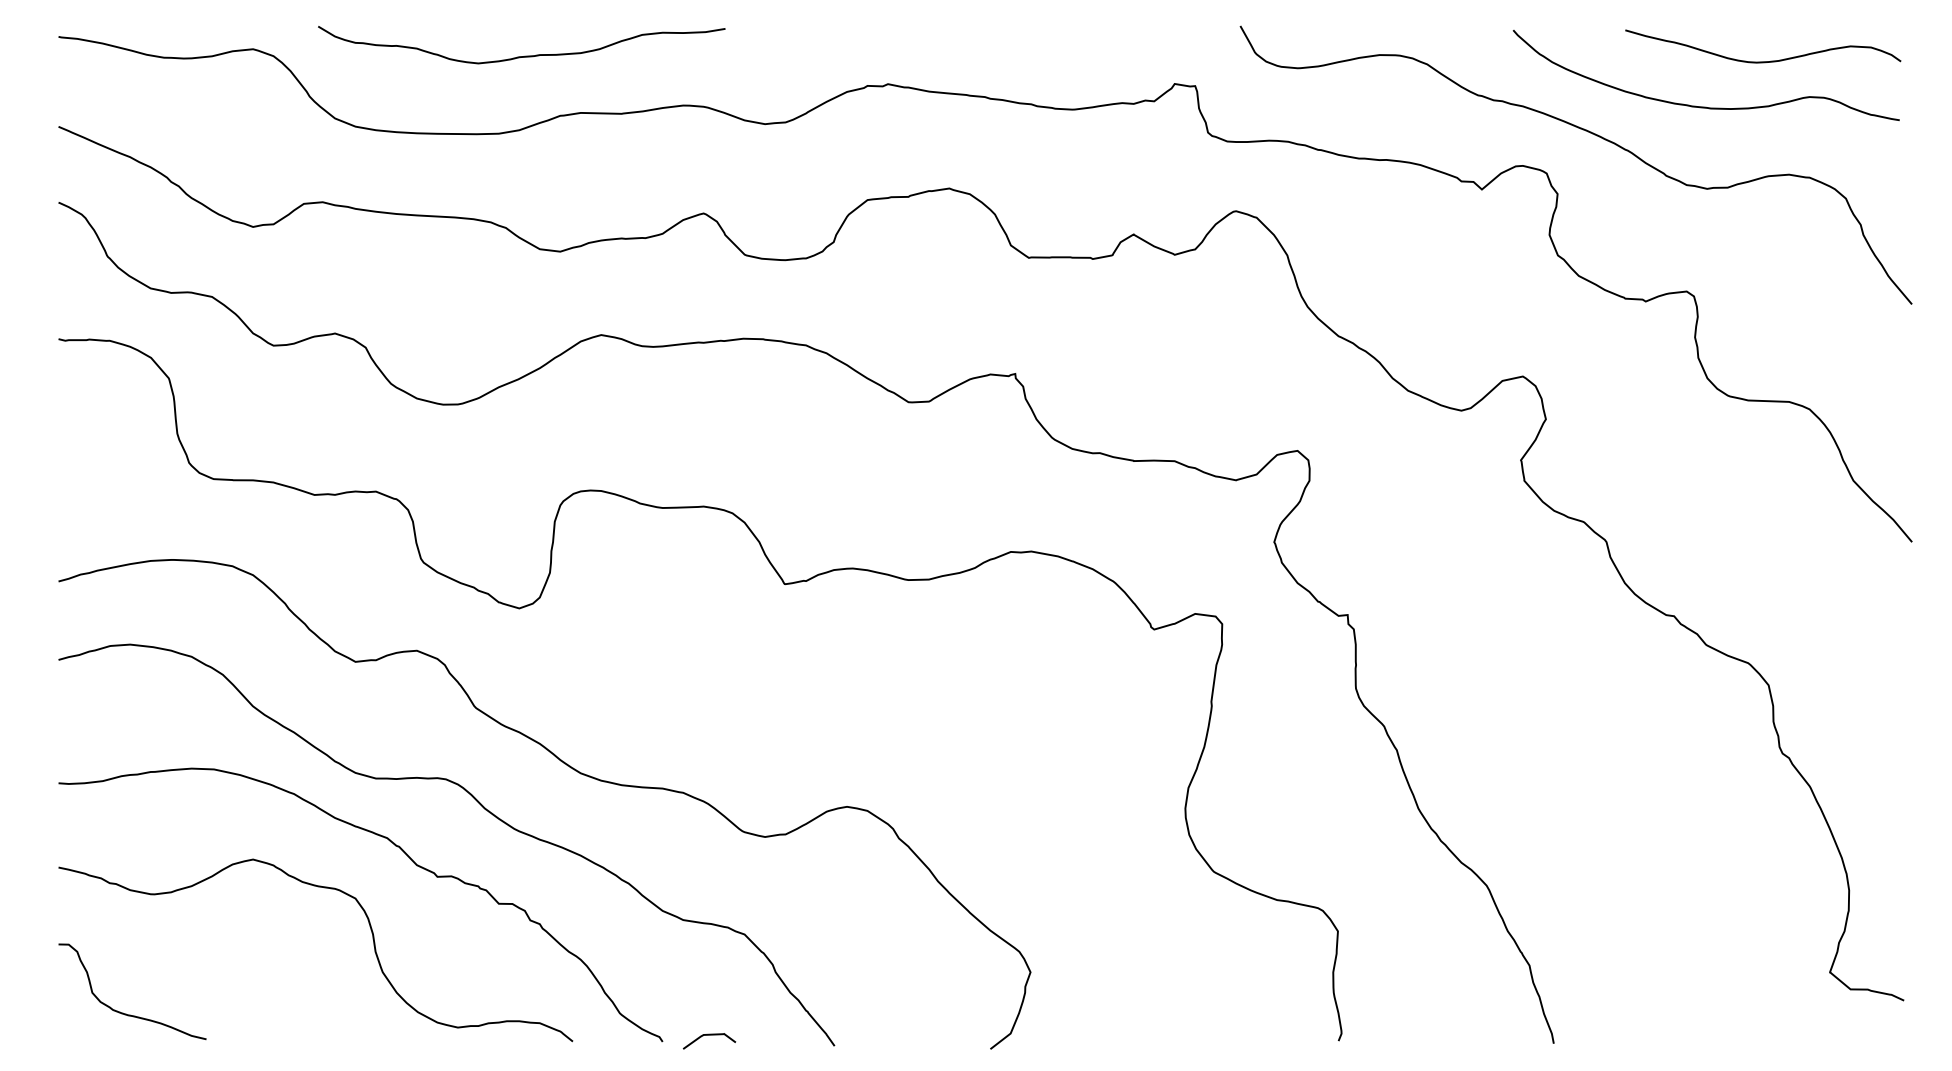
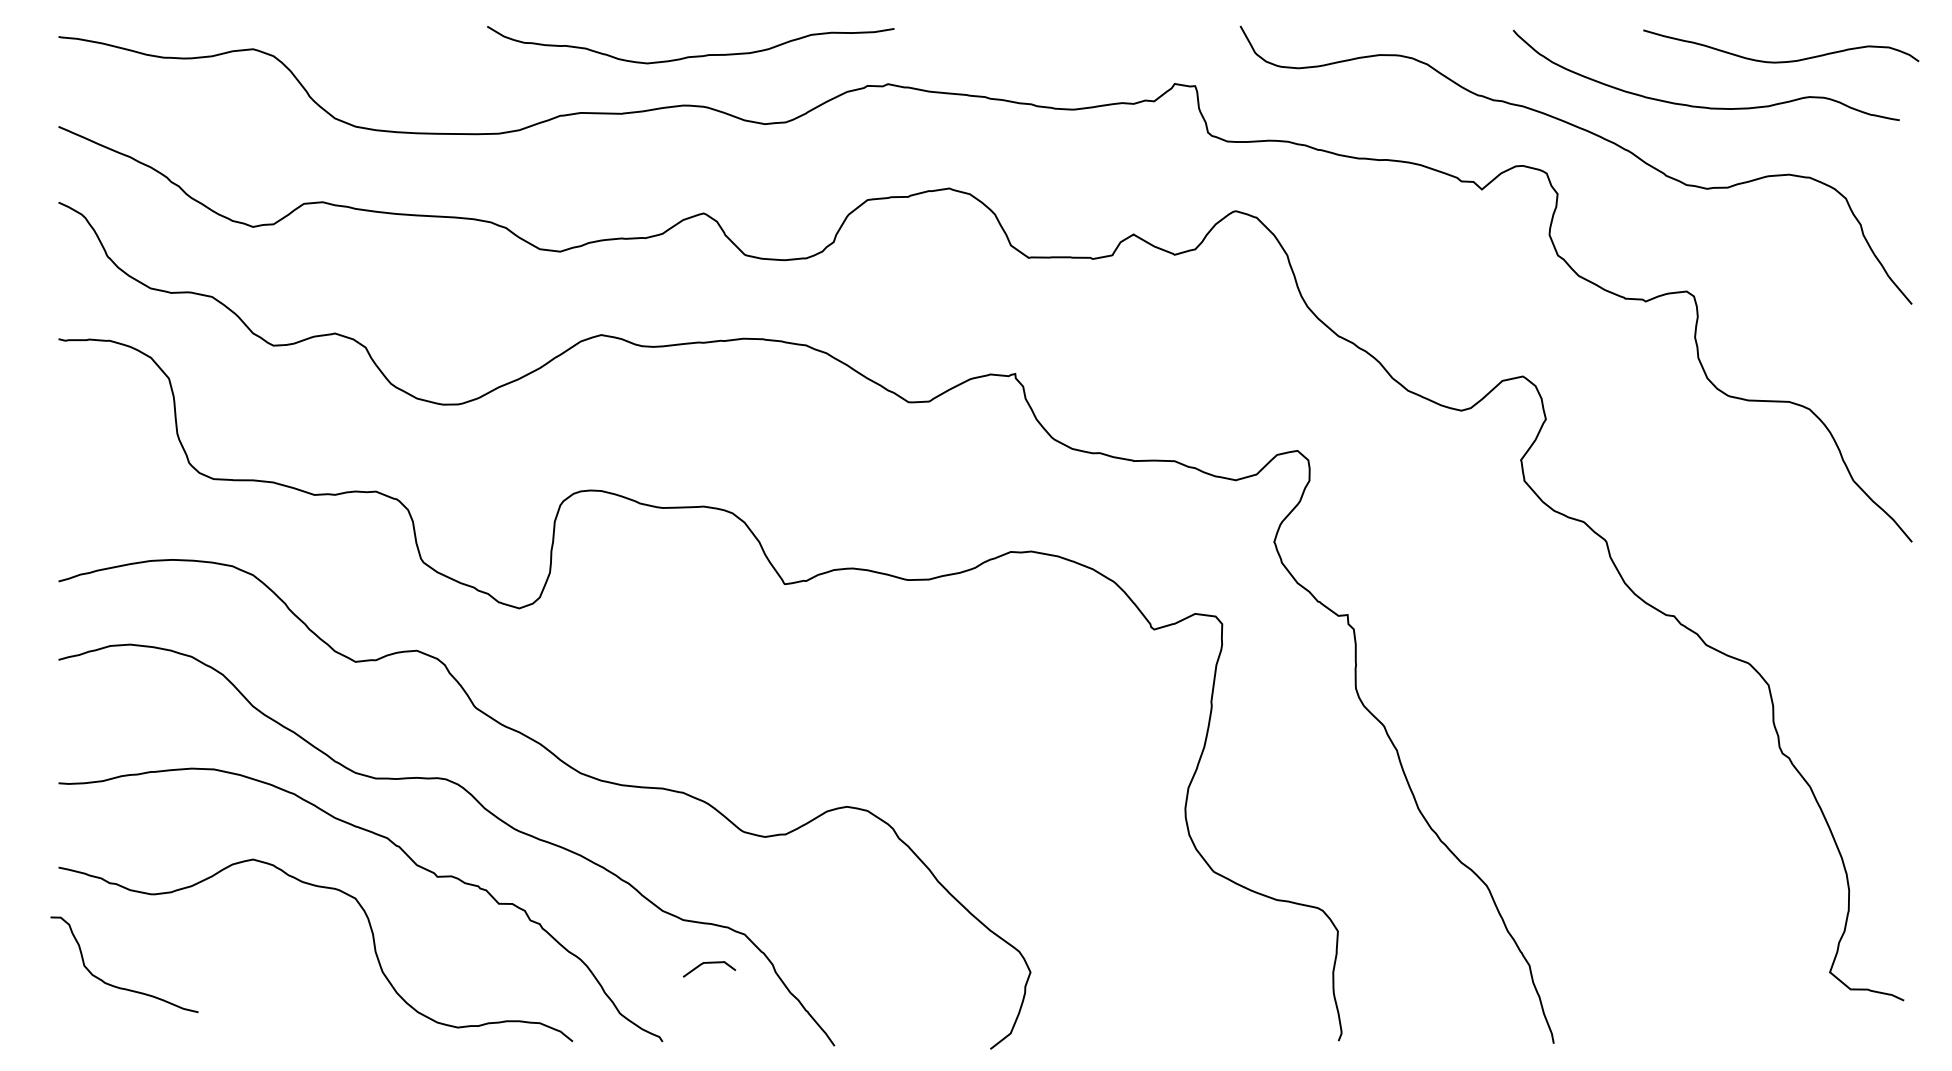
curve at (524, 55) position: (524, 55) -> (693, 55)
curve at (1763, 61) position: (1763, 61) -> (1781, 61)
curve at (126, 1013) position: (126, 1013) -> (118, 986)
curve at (709, 1035) position: (709, 1035) -> (709, 963)
